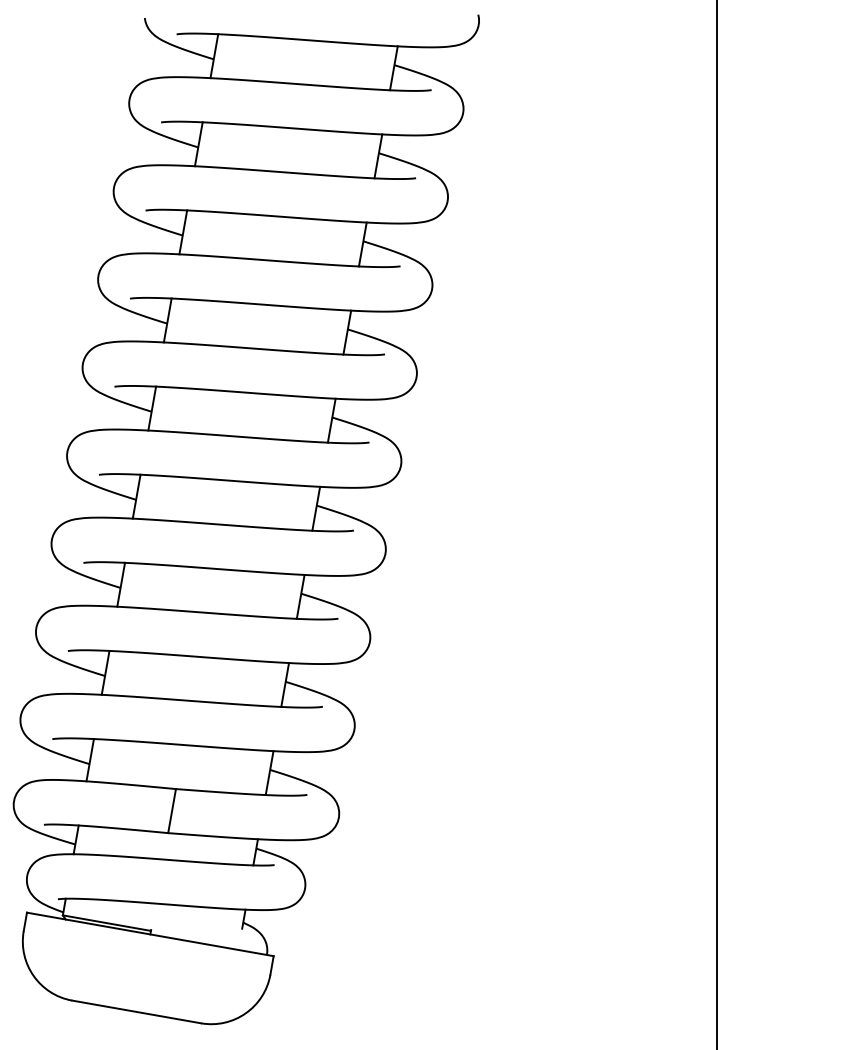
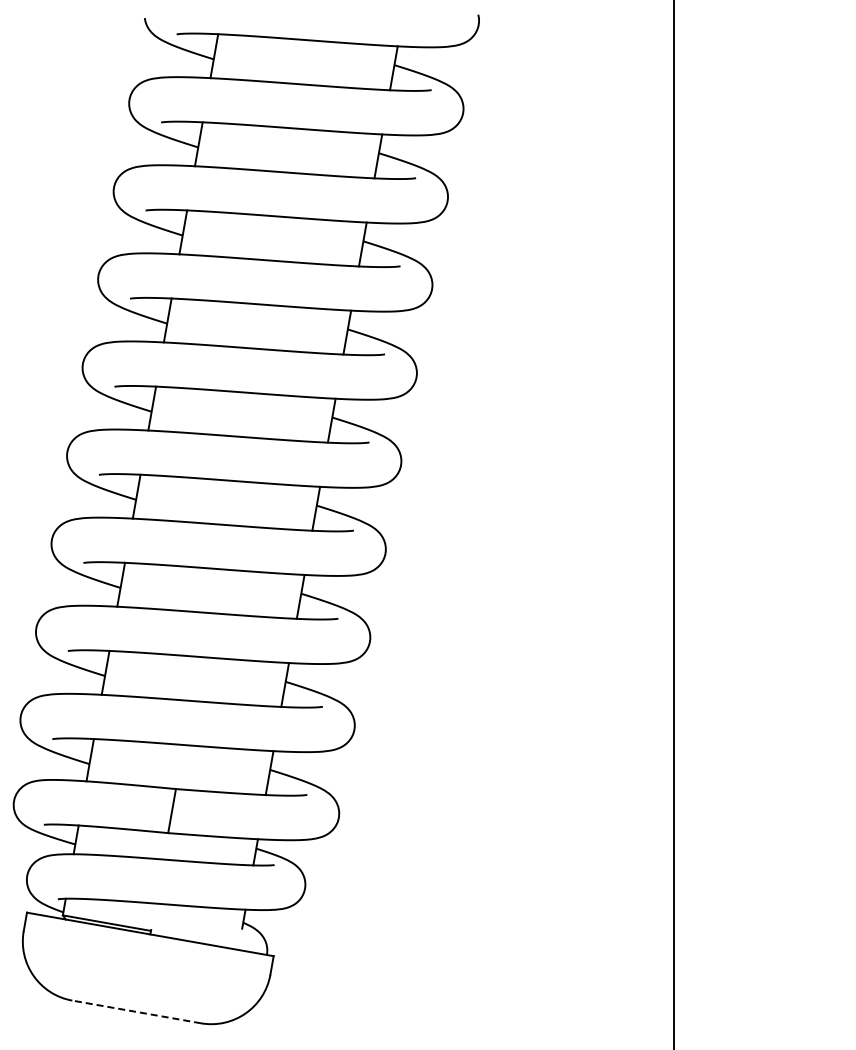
line at (716, 524) position: (716, 524) -> (673, 524)
line at (136, 1011): solid -> dashed
